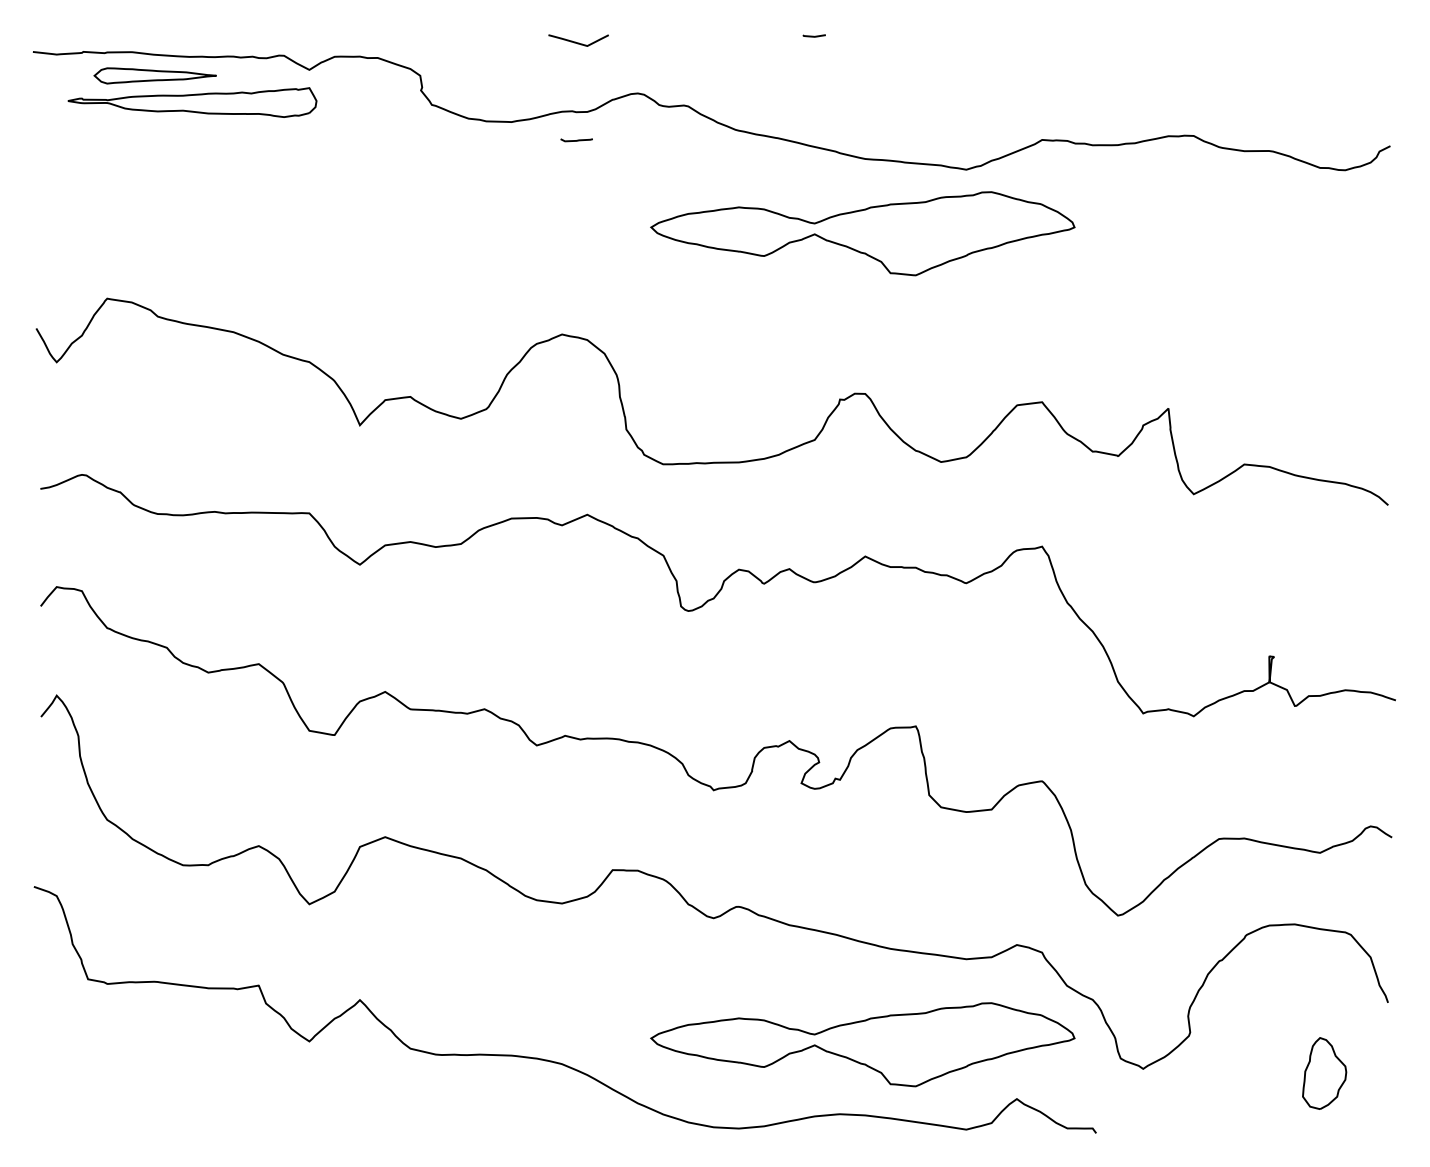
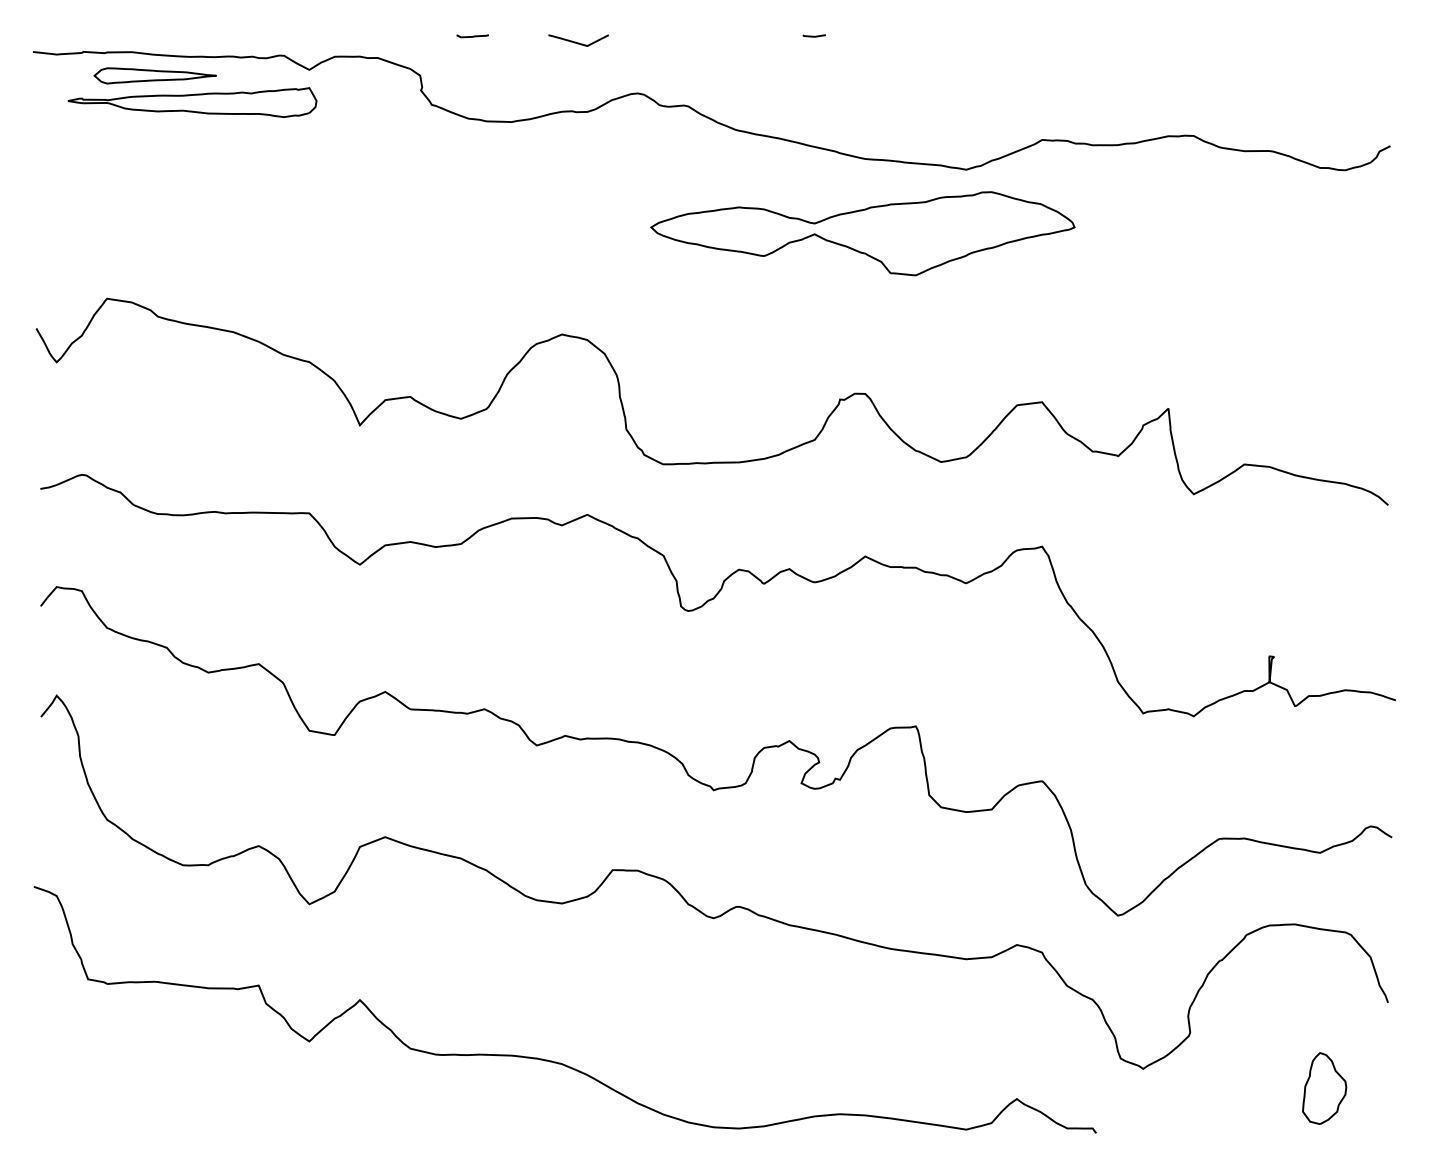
curve at (576, 140) position: (576, 140) -> (472, 36)
part at (862, 1044): present -> none
part at (1324, 1073) position: (1324, 1073) -> (1324, 1088)
